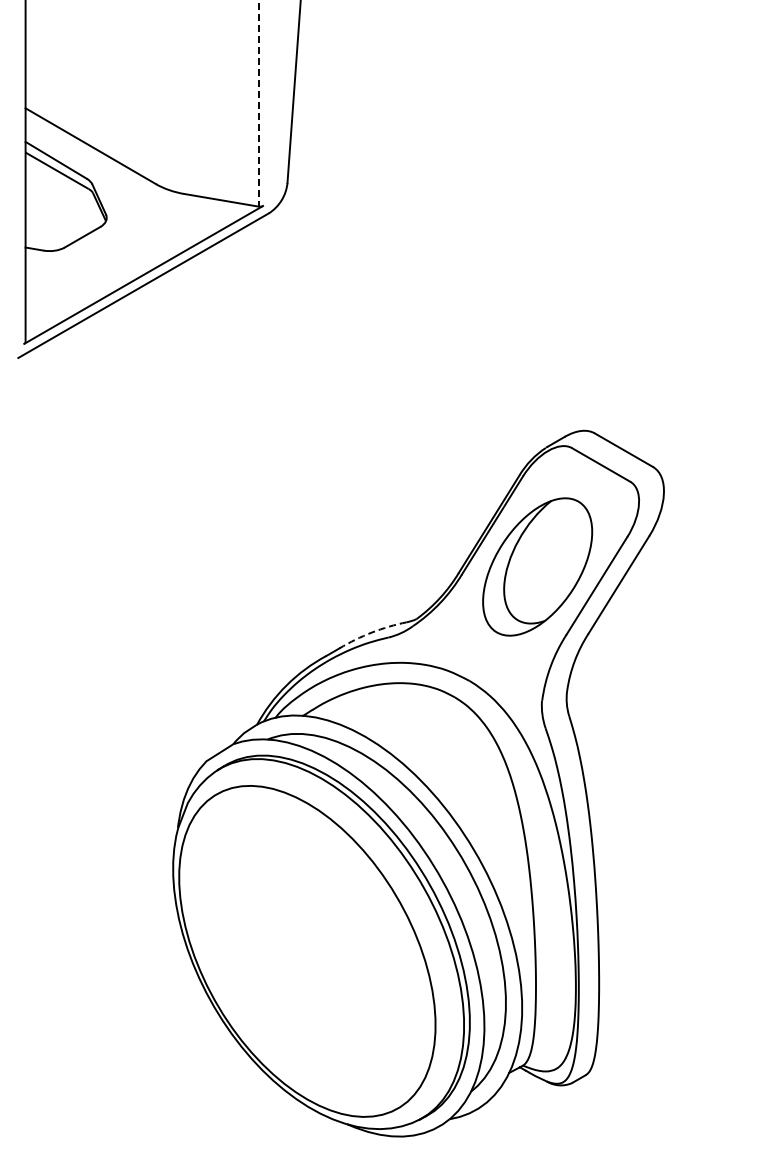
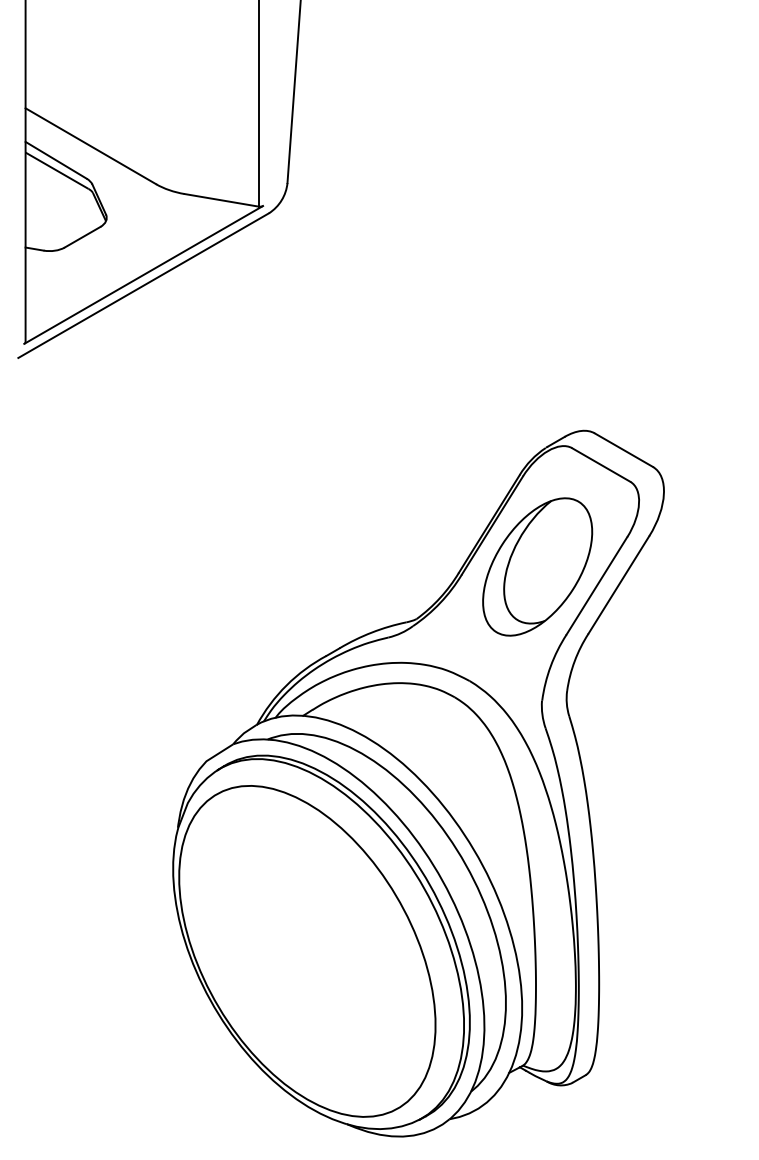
line at (258, 103): dashed -> solid
arc at (371, 632): dashed -> solid
